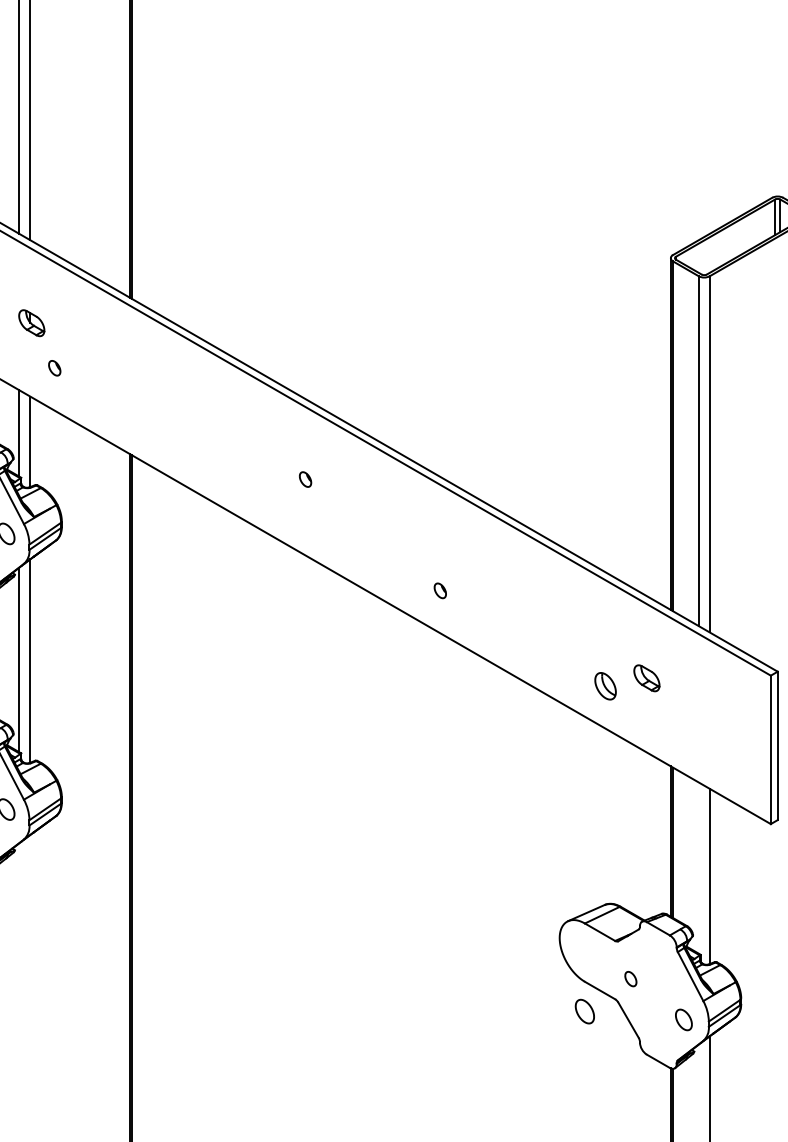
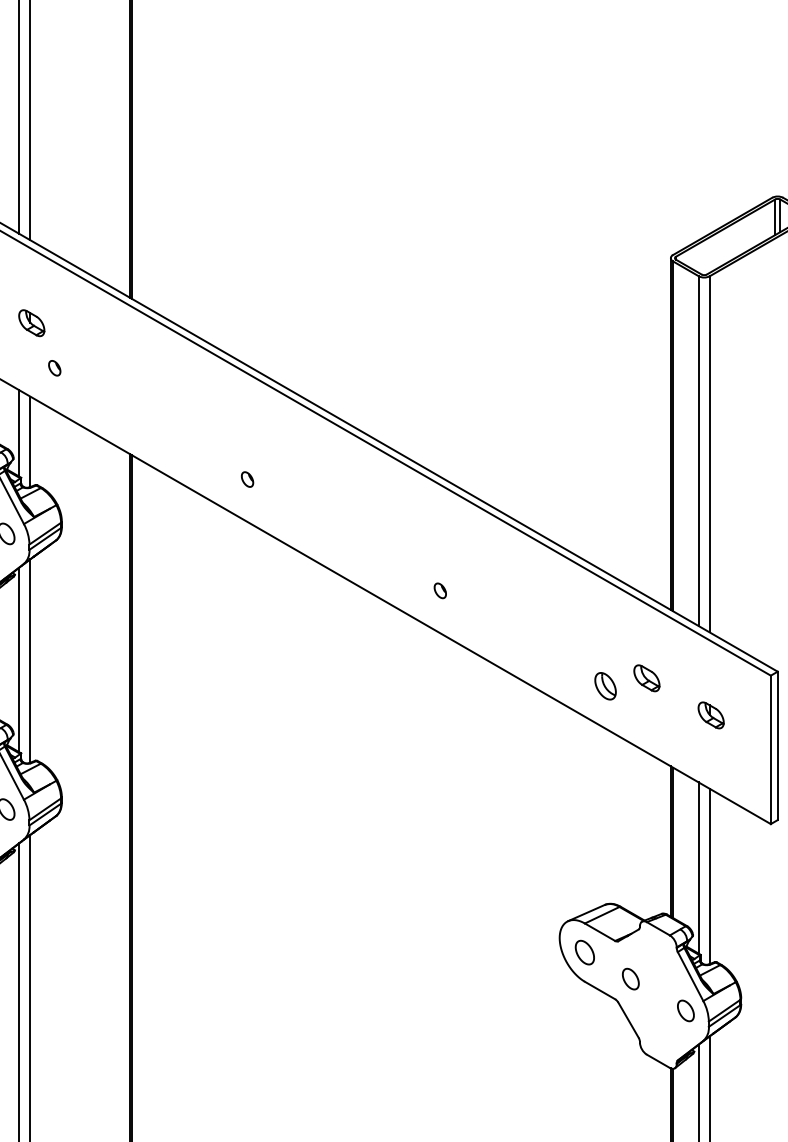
part at (305, 479) position: (305, 479) -> (247, 479)
part at (710, 715): none -> present
line at (698, 867): none -> present
part at (630, 979) size: 14x17 px -> 18x24 px
line at (30, 986): none -> present
line at (19, 990): none -> present
part at (584, 1011) position: (584, 1011) -> (584, 952)
part at (683, 1019) position: (683, 1019) -> (685, 1010)
line at (698, 1091): none -> present
